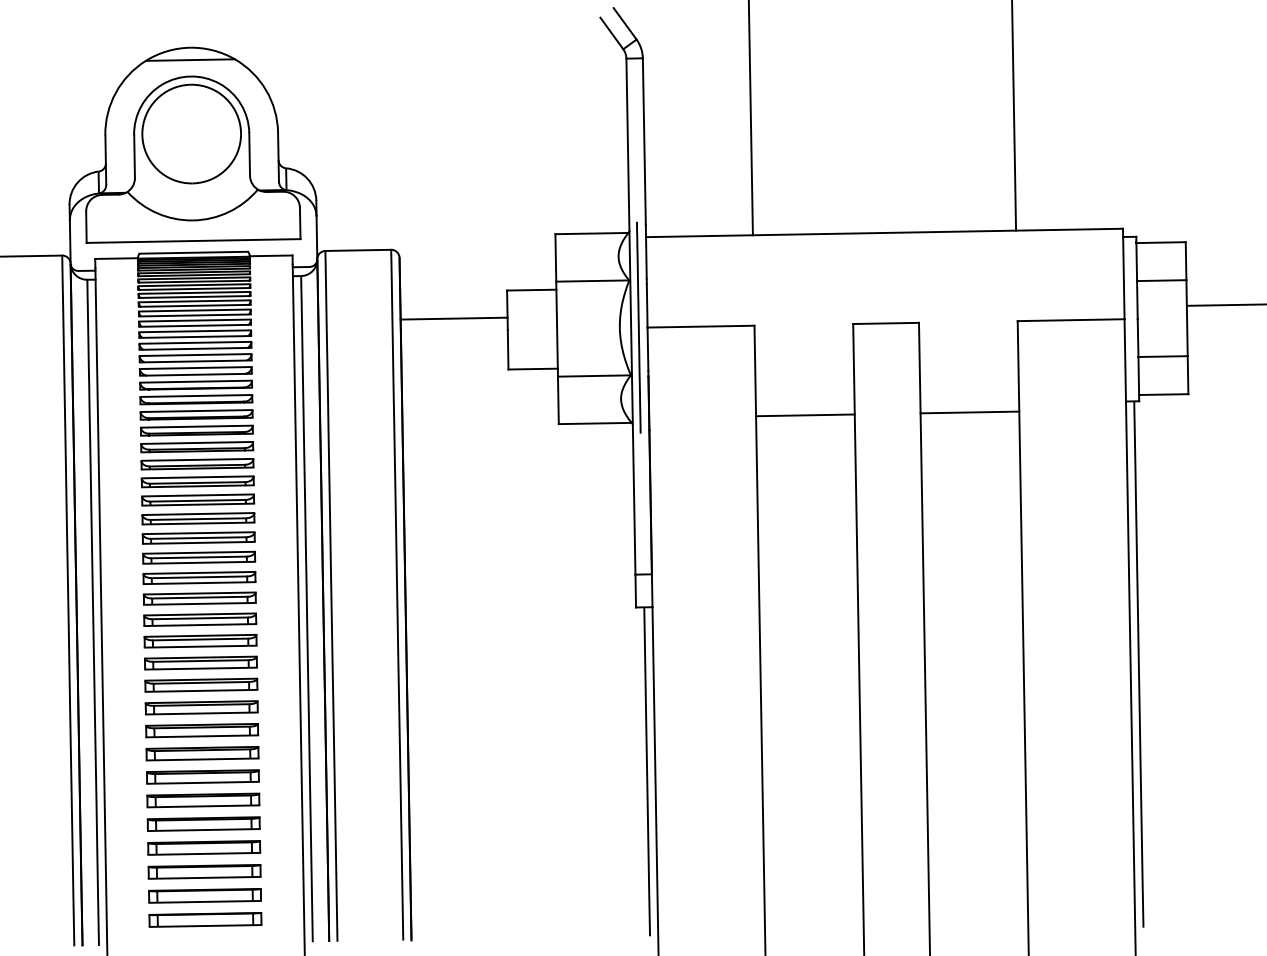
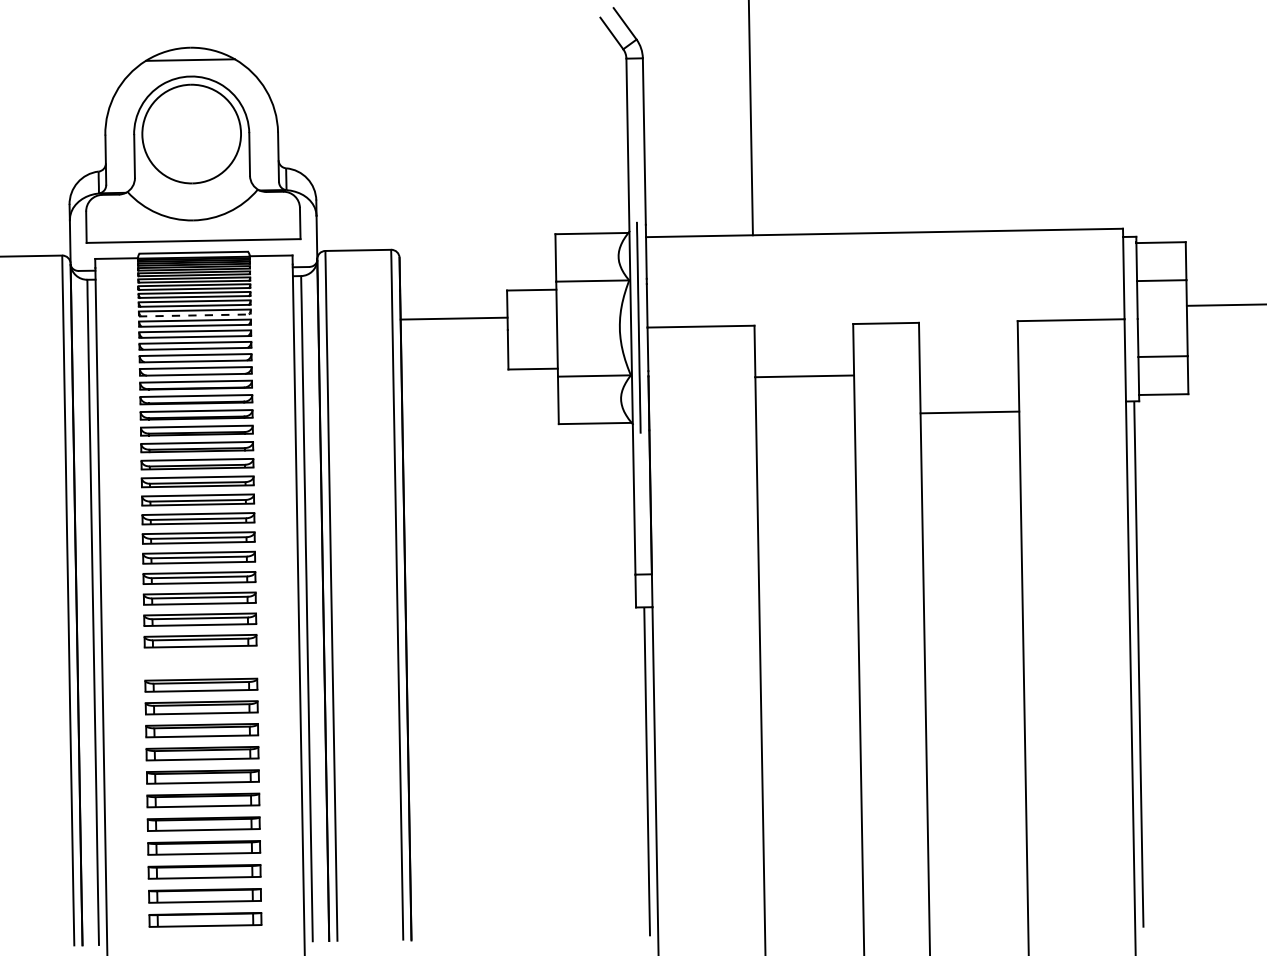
line at (1014, 116): present -> none
line at (194, 315): solid -> dashed
line at (805, 415) position: (805, 415) -> (804, 376)
part at (200, 662): present -> none
